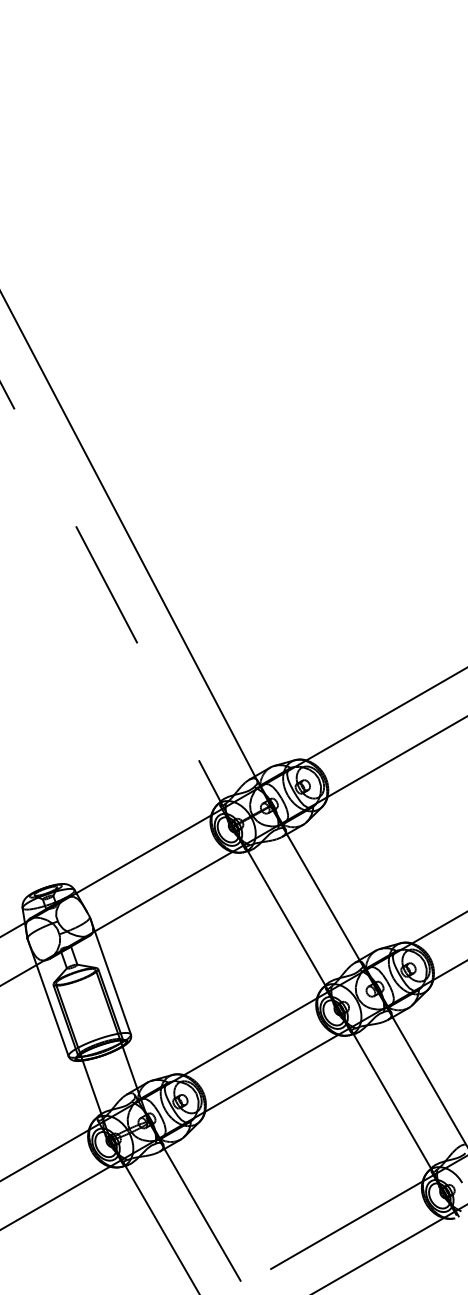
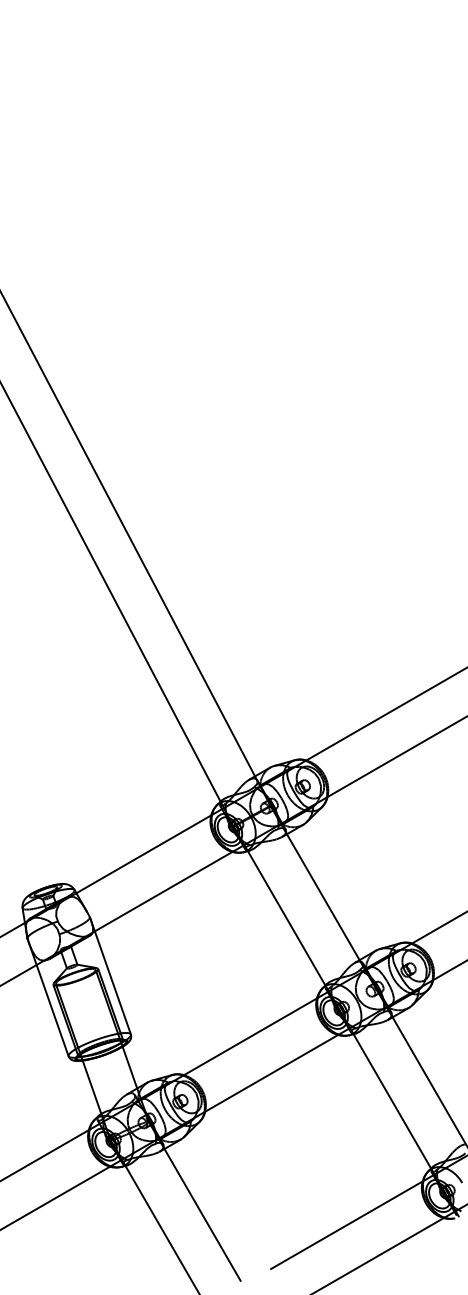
line at (110, 591): dashed -> solid
